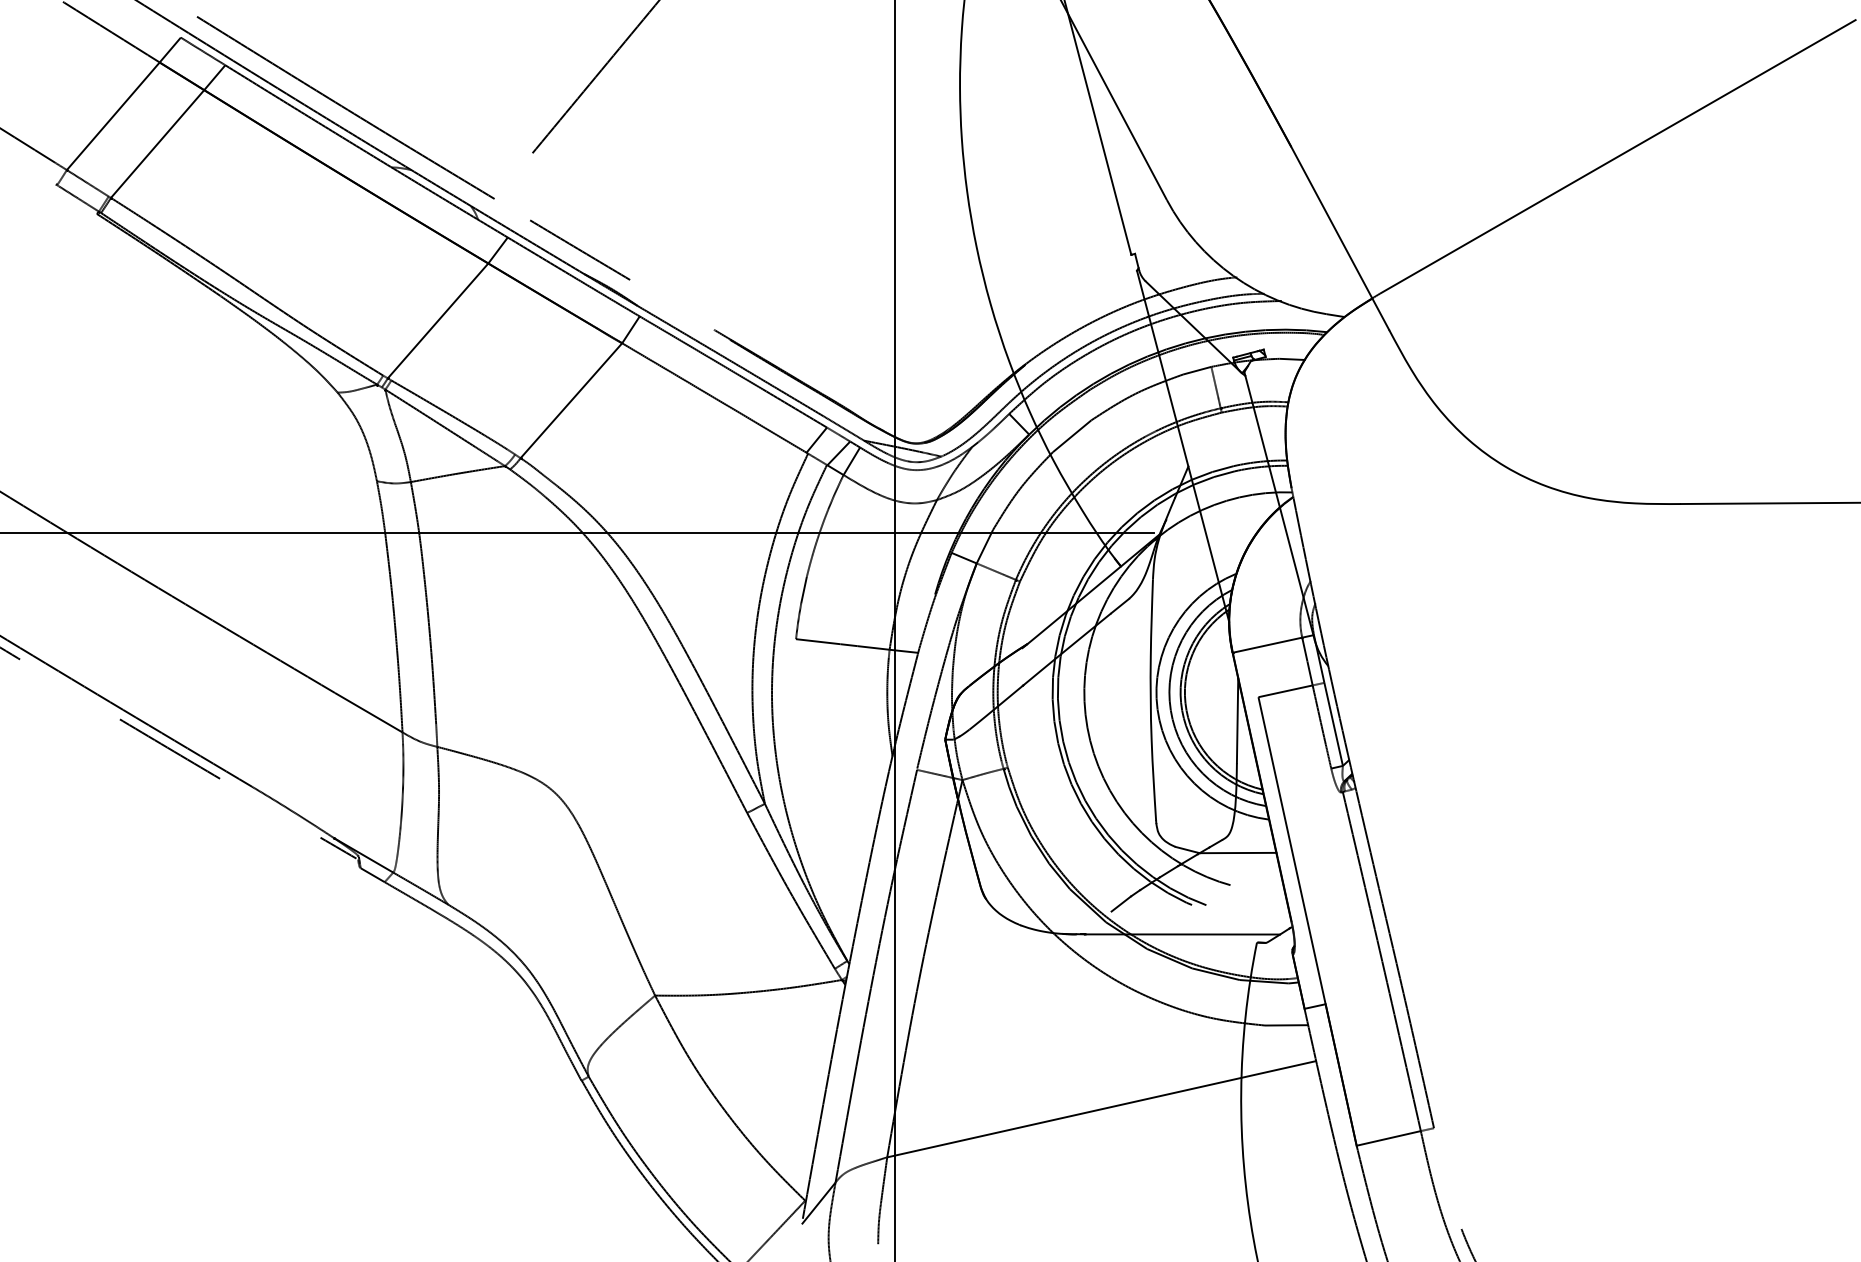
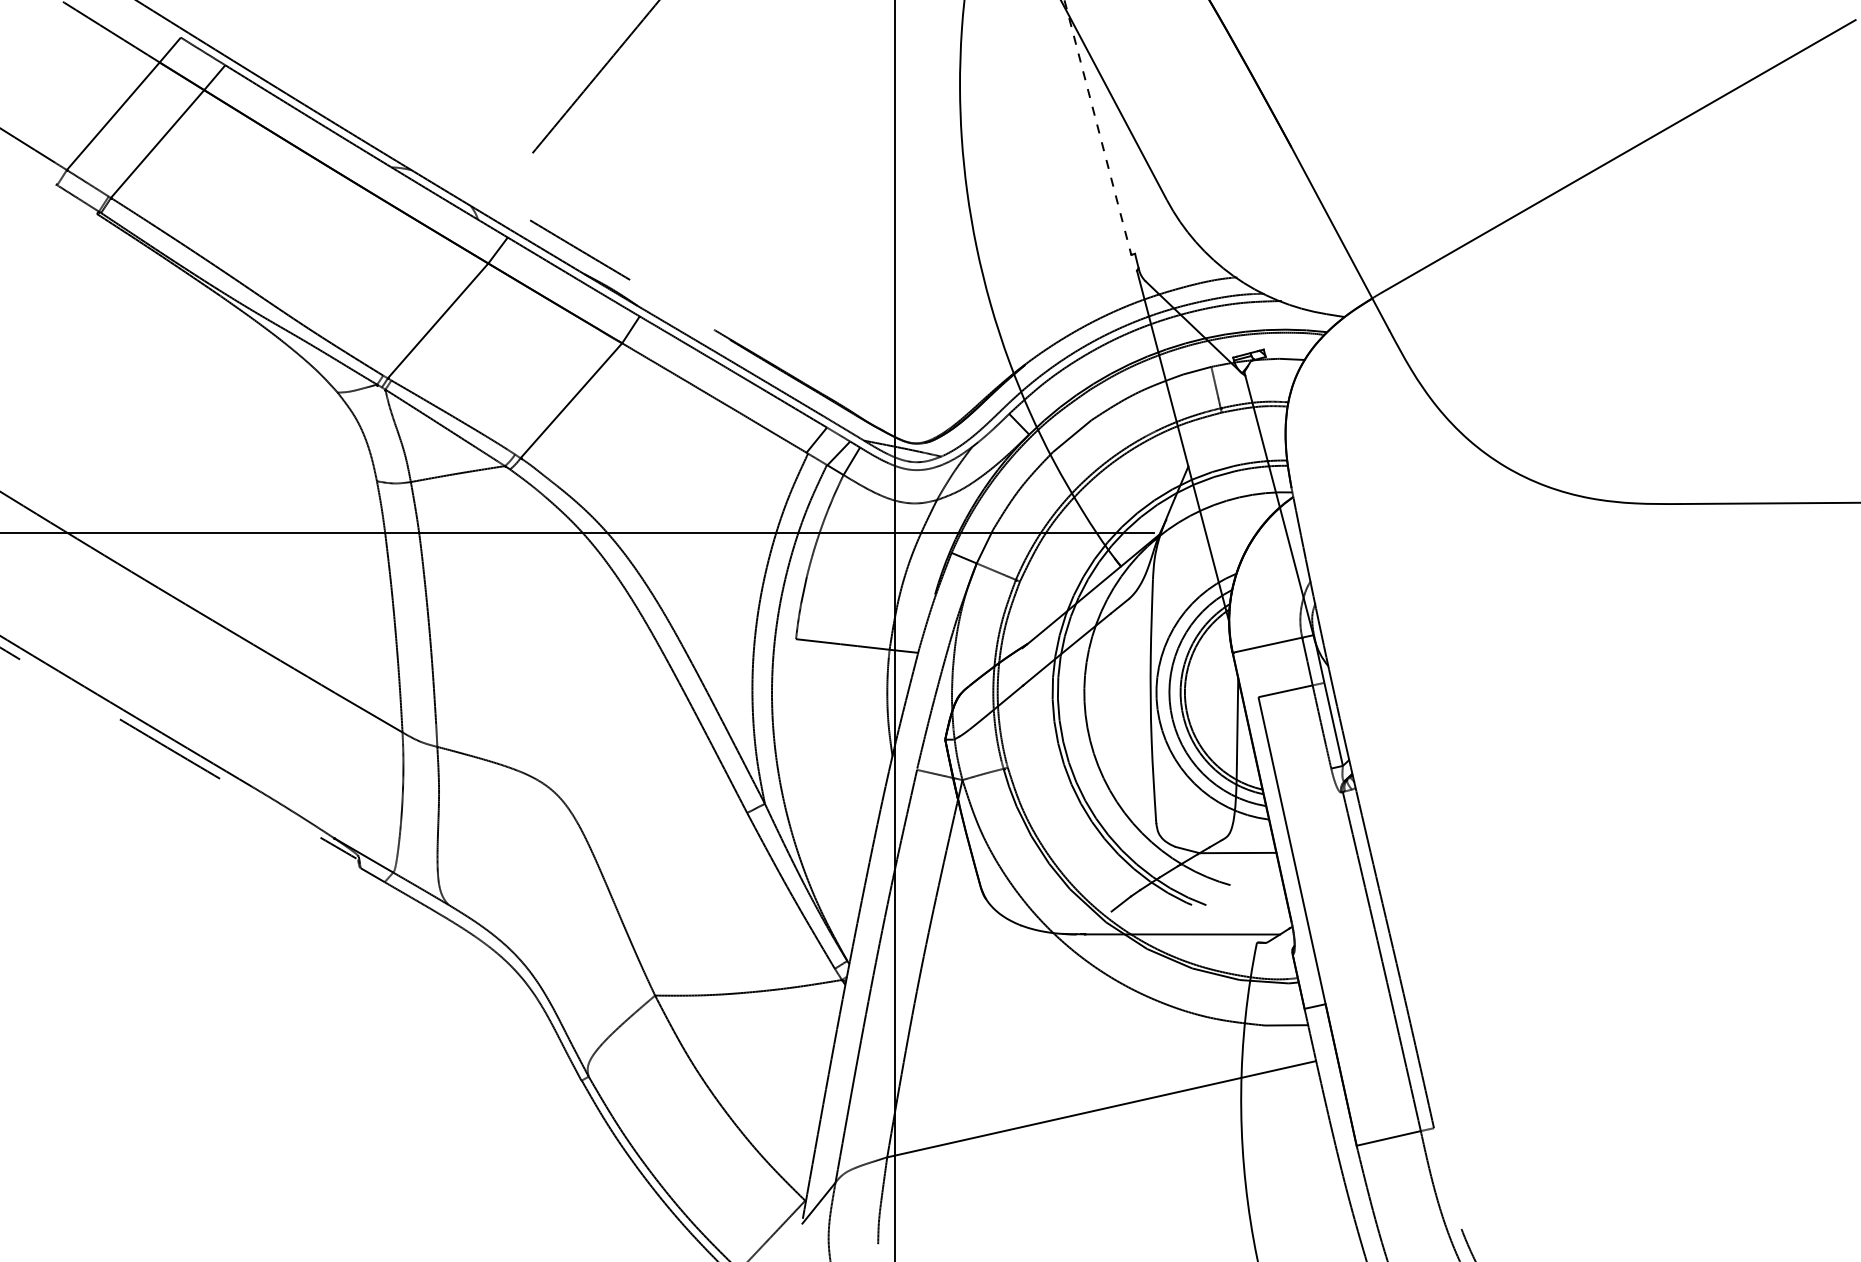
line at (345, 107): present -> none
line at (1098, 128): solid -> dashed
